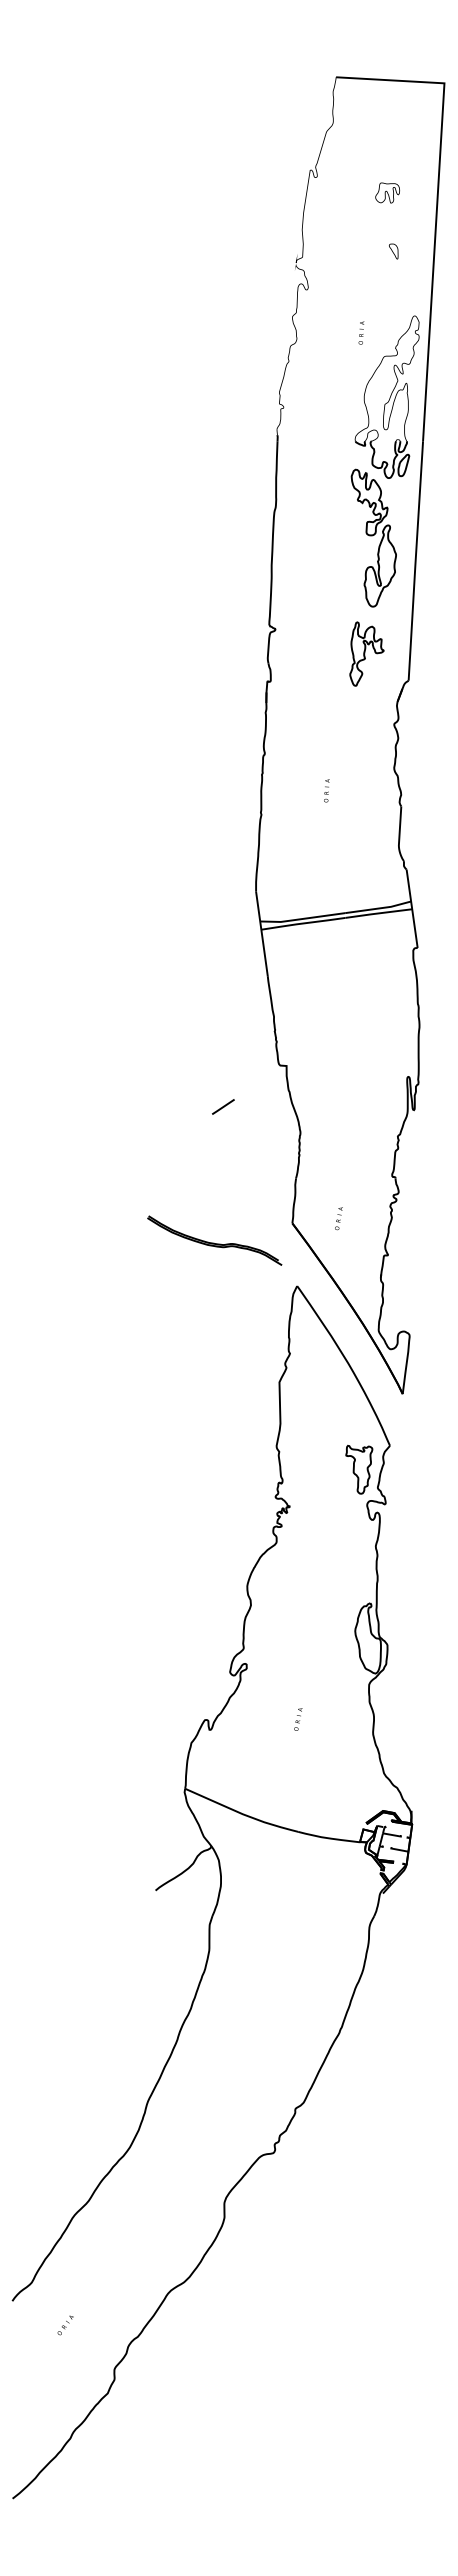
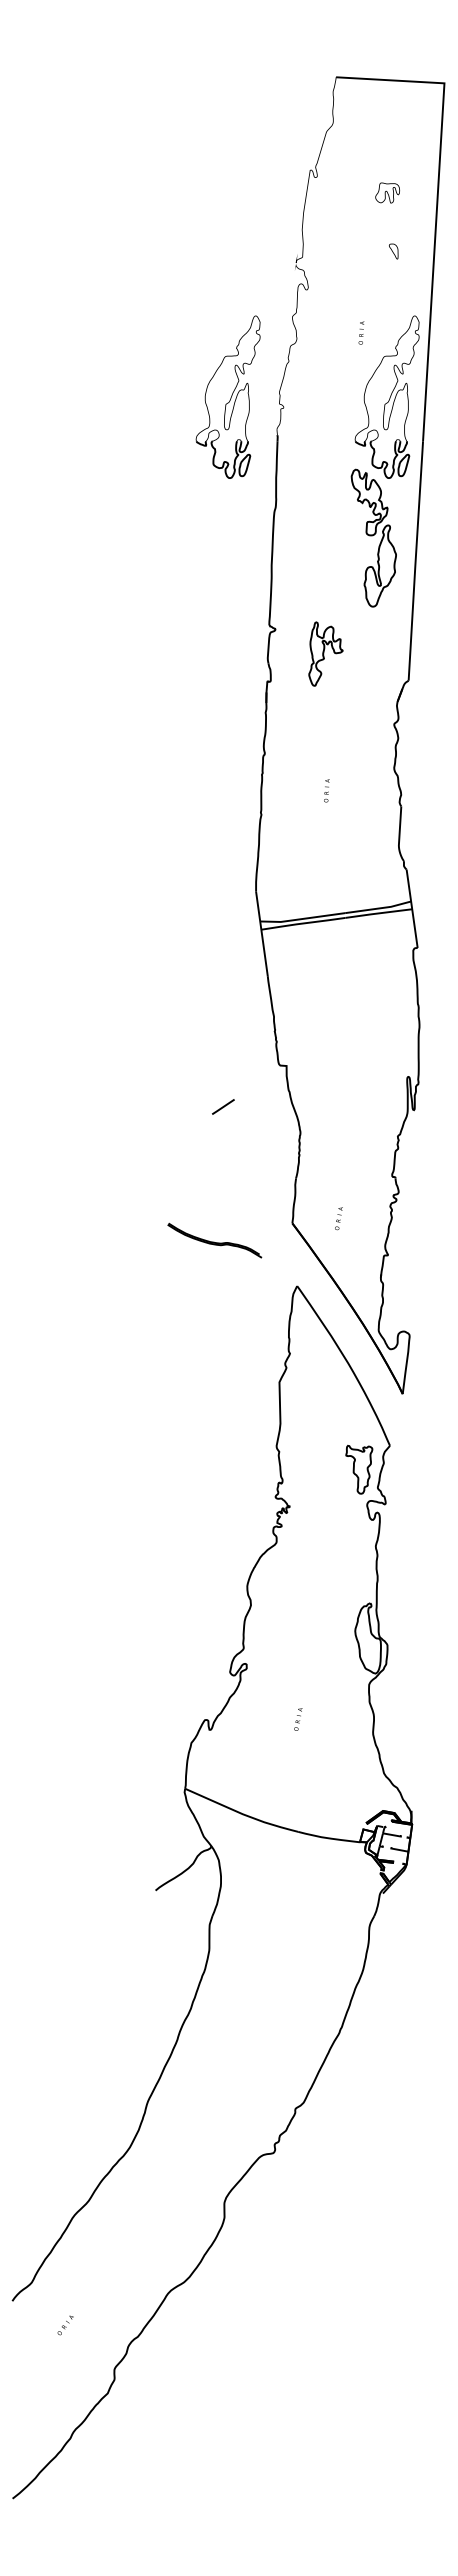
part at (227, 396): none -> present
part at (366, 653) position: (366, 653) -> (325, 653)
part at (214, 1240) size: 136x51 px -> 96x37 px
